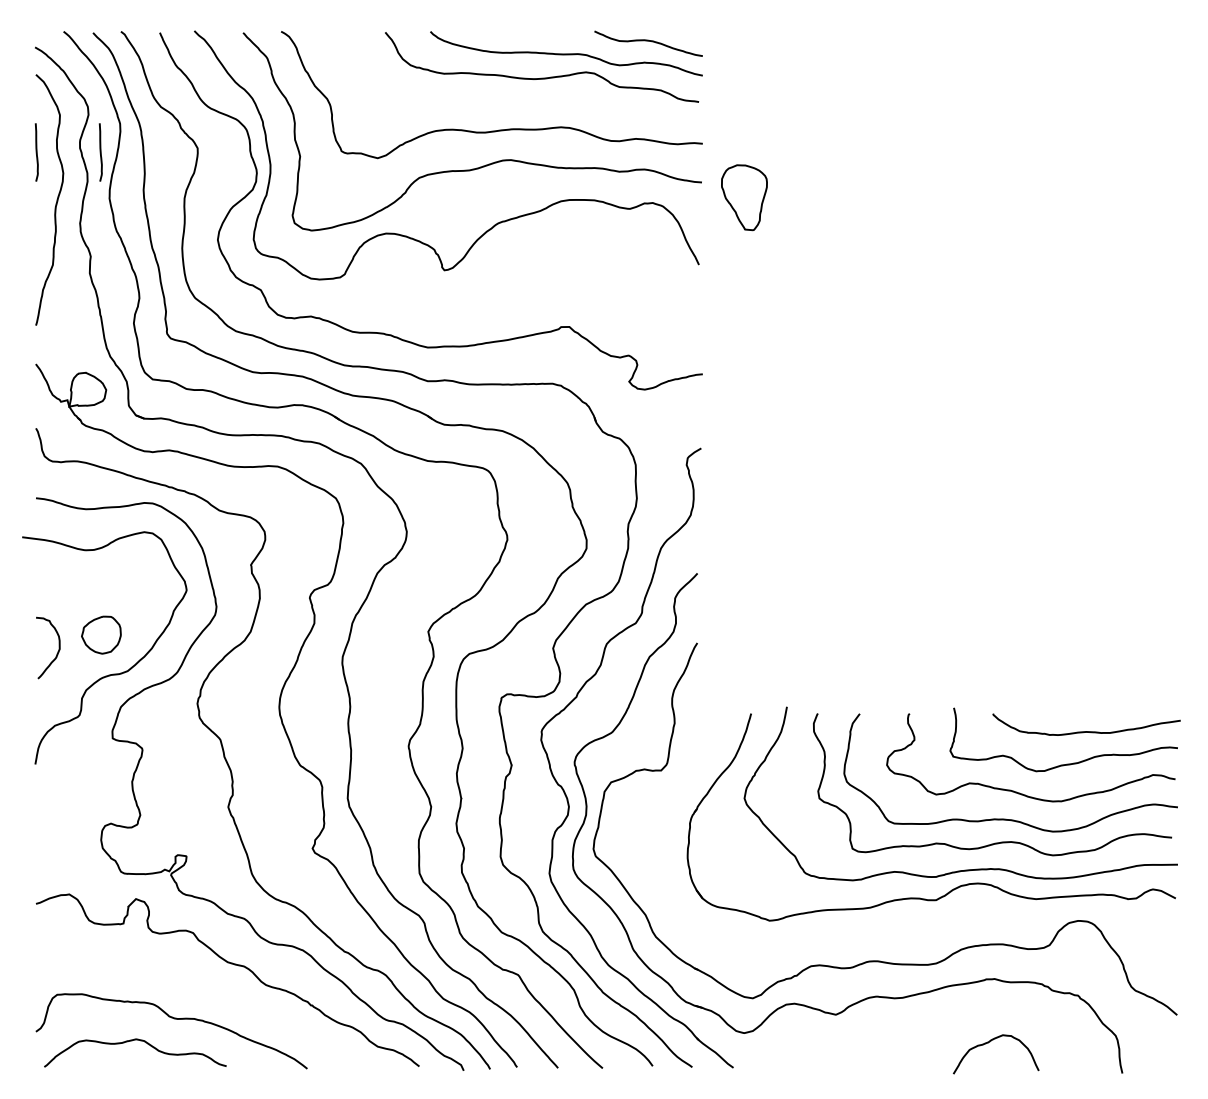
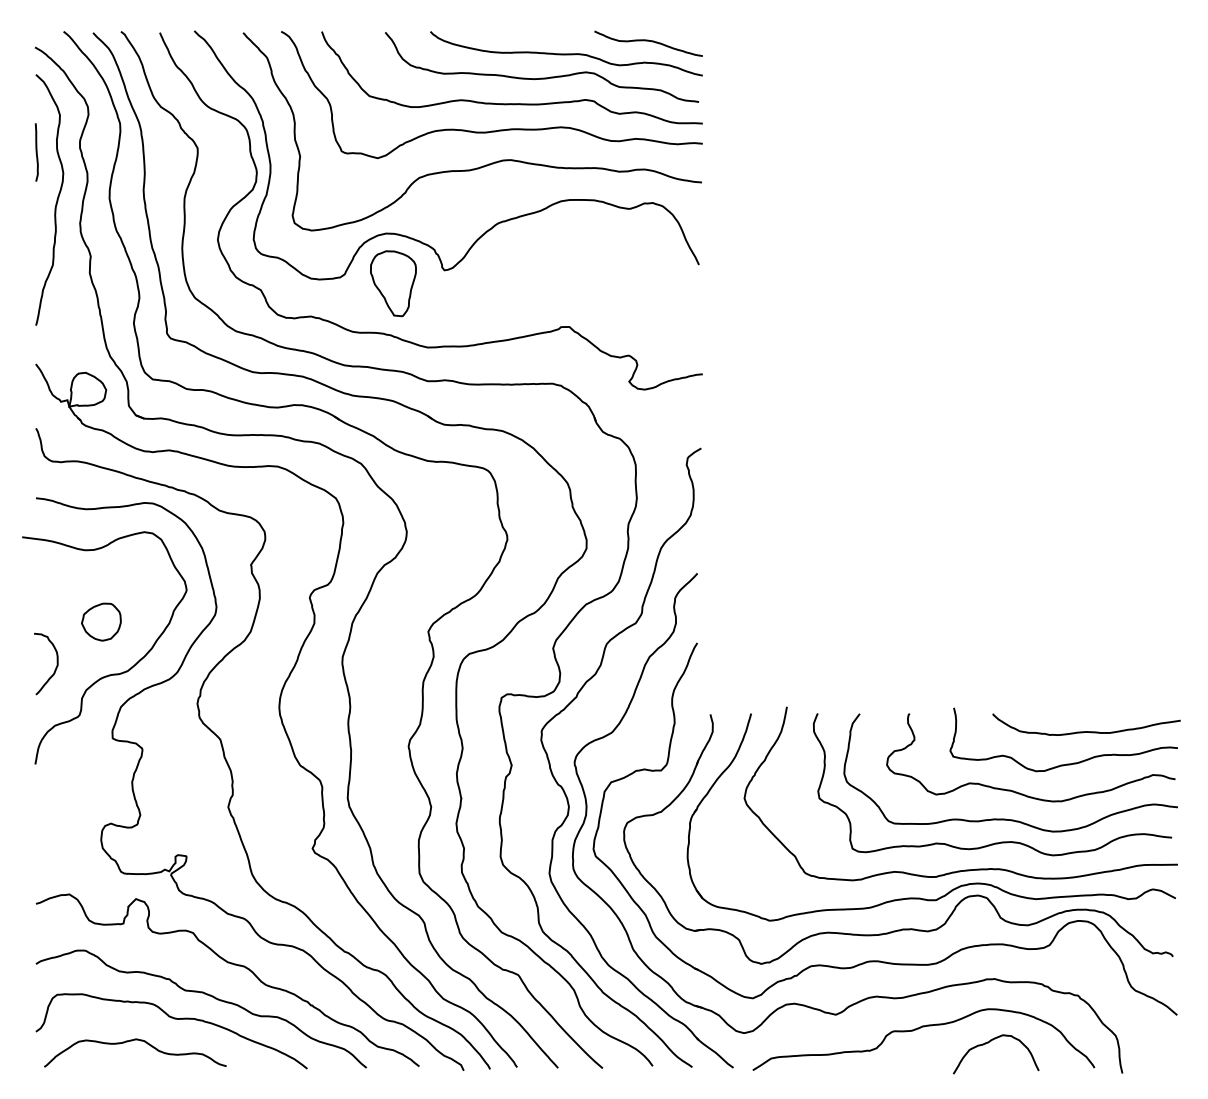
curve at (511, 103): none -> present
curve at (100, 152): present -> none
part at (744, 197) position: (744, 197) -> (393, 283)
part at (101, 634) position: (101, 634) -> (101, 621)
curve at (57, 651) position: (57, 651) -> (55, 667)
part at (960, 900): none -> present
curve at (206, 995): none -> present
curve at (918, 1029): none -> present
